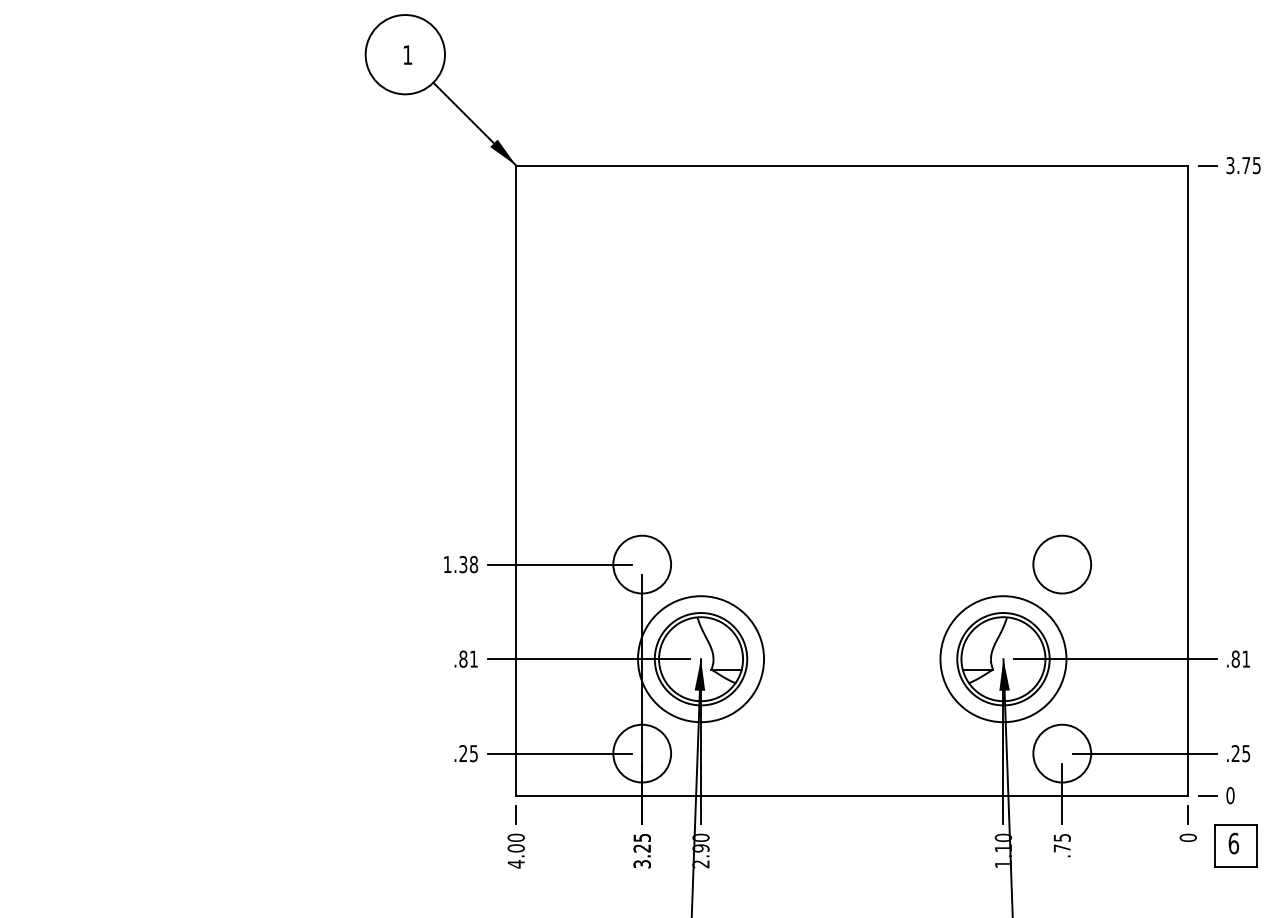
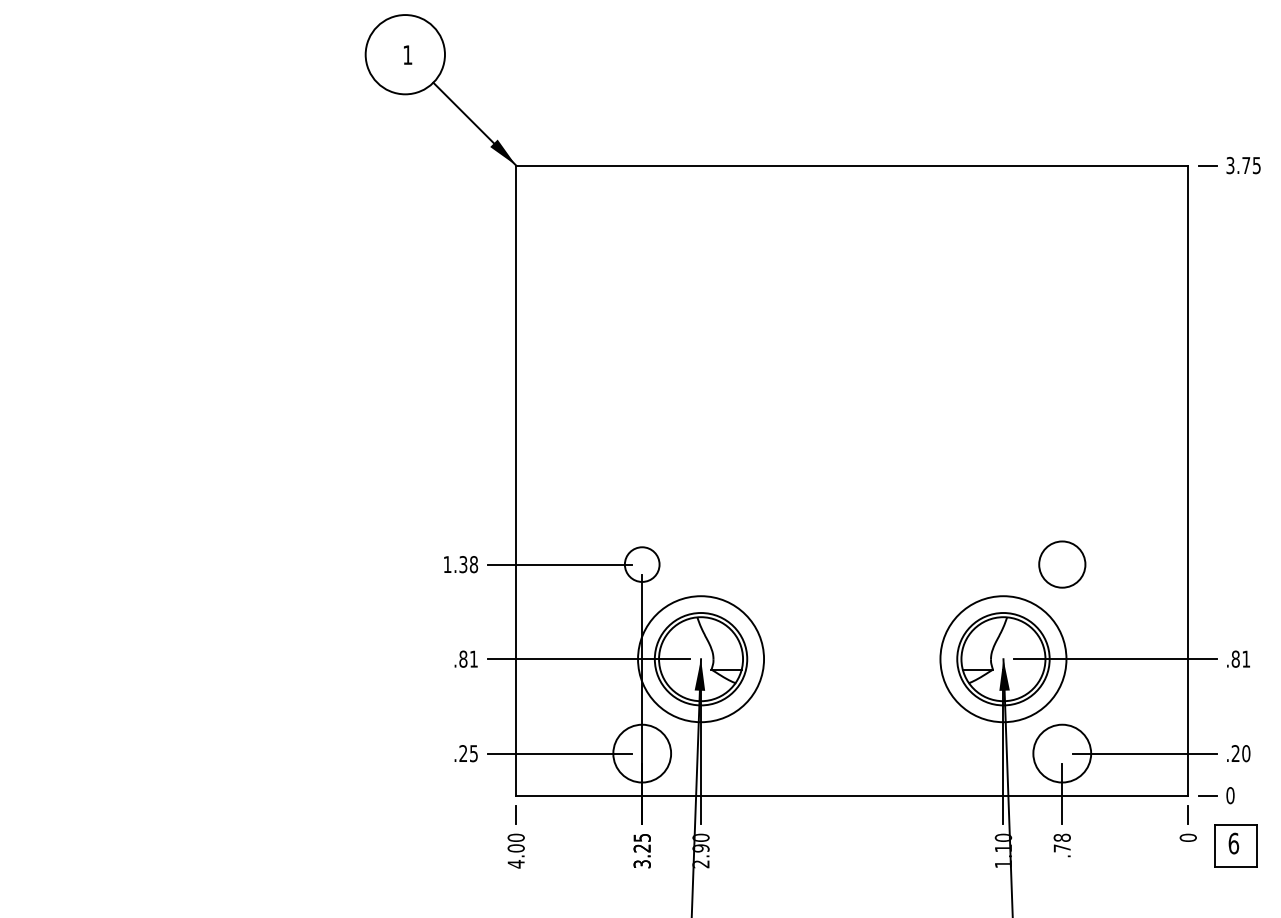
circle at (642, 564) diameter: 58 px -> 35 px
circle at (1062, 564) size: 61x61 px -> 49x49 px
text at (1246, 753): .25 -> .20
text at (1061, 837): .75 -> .78
